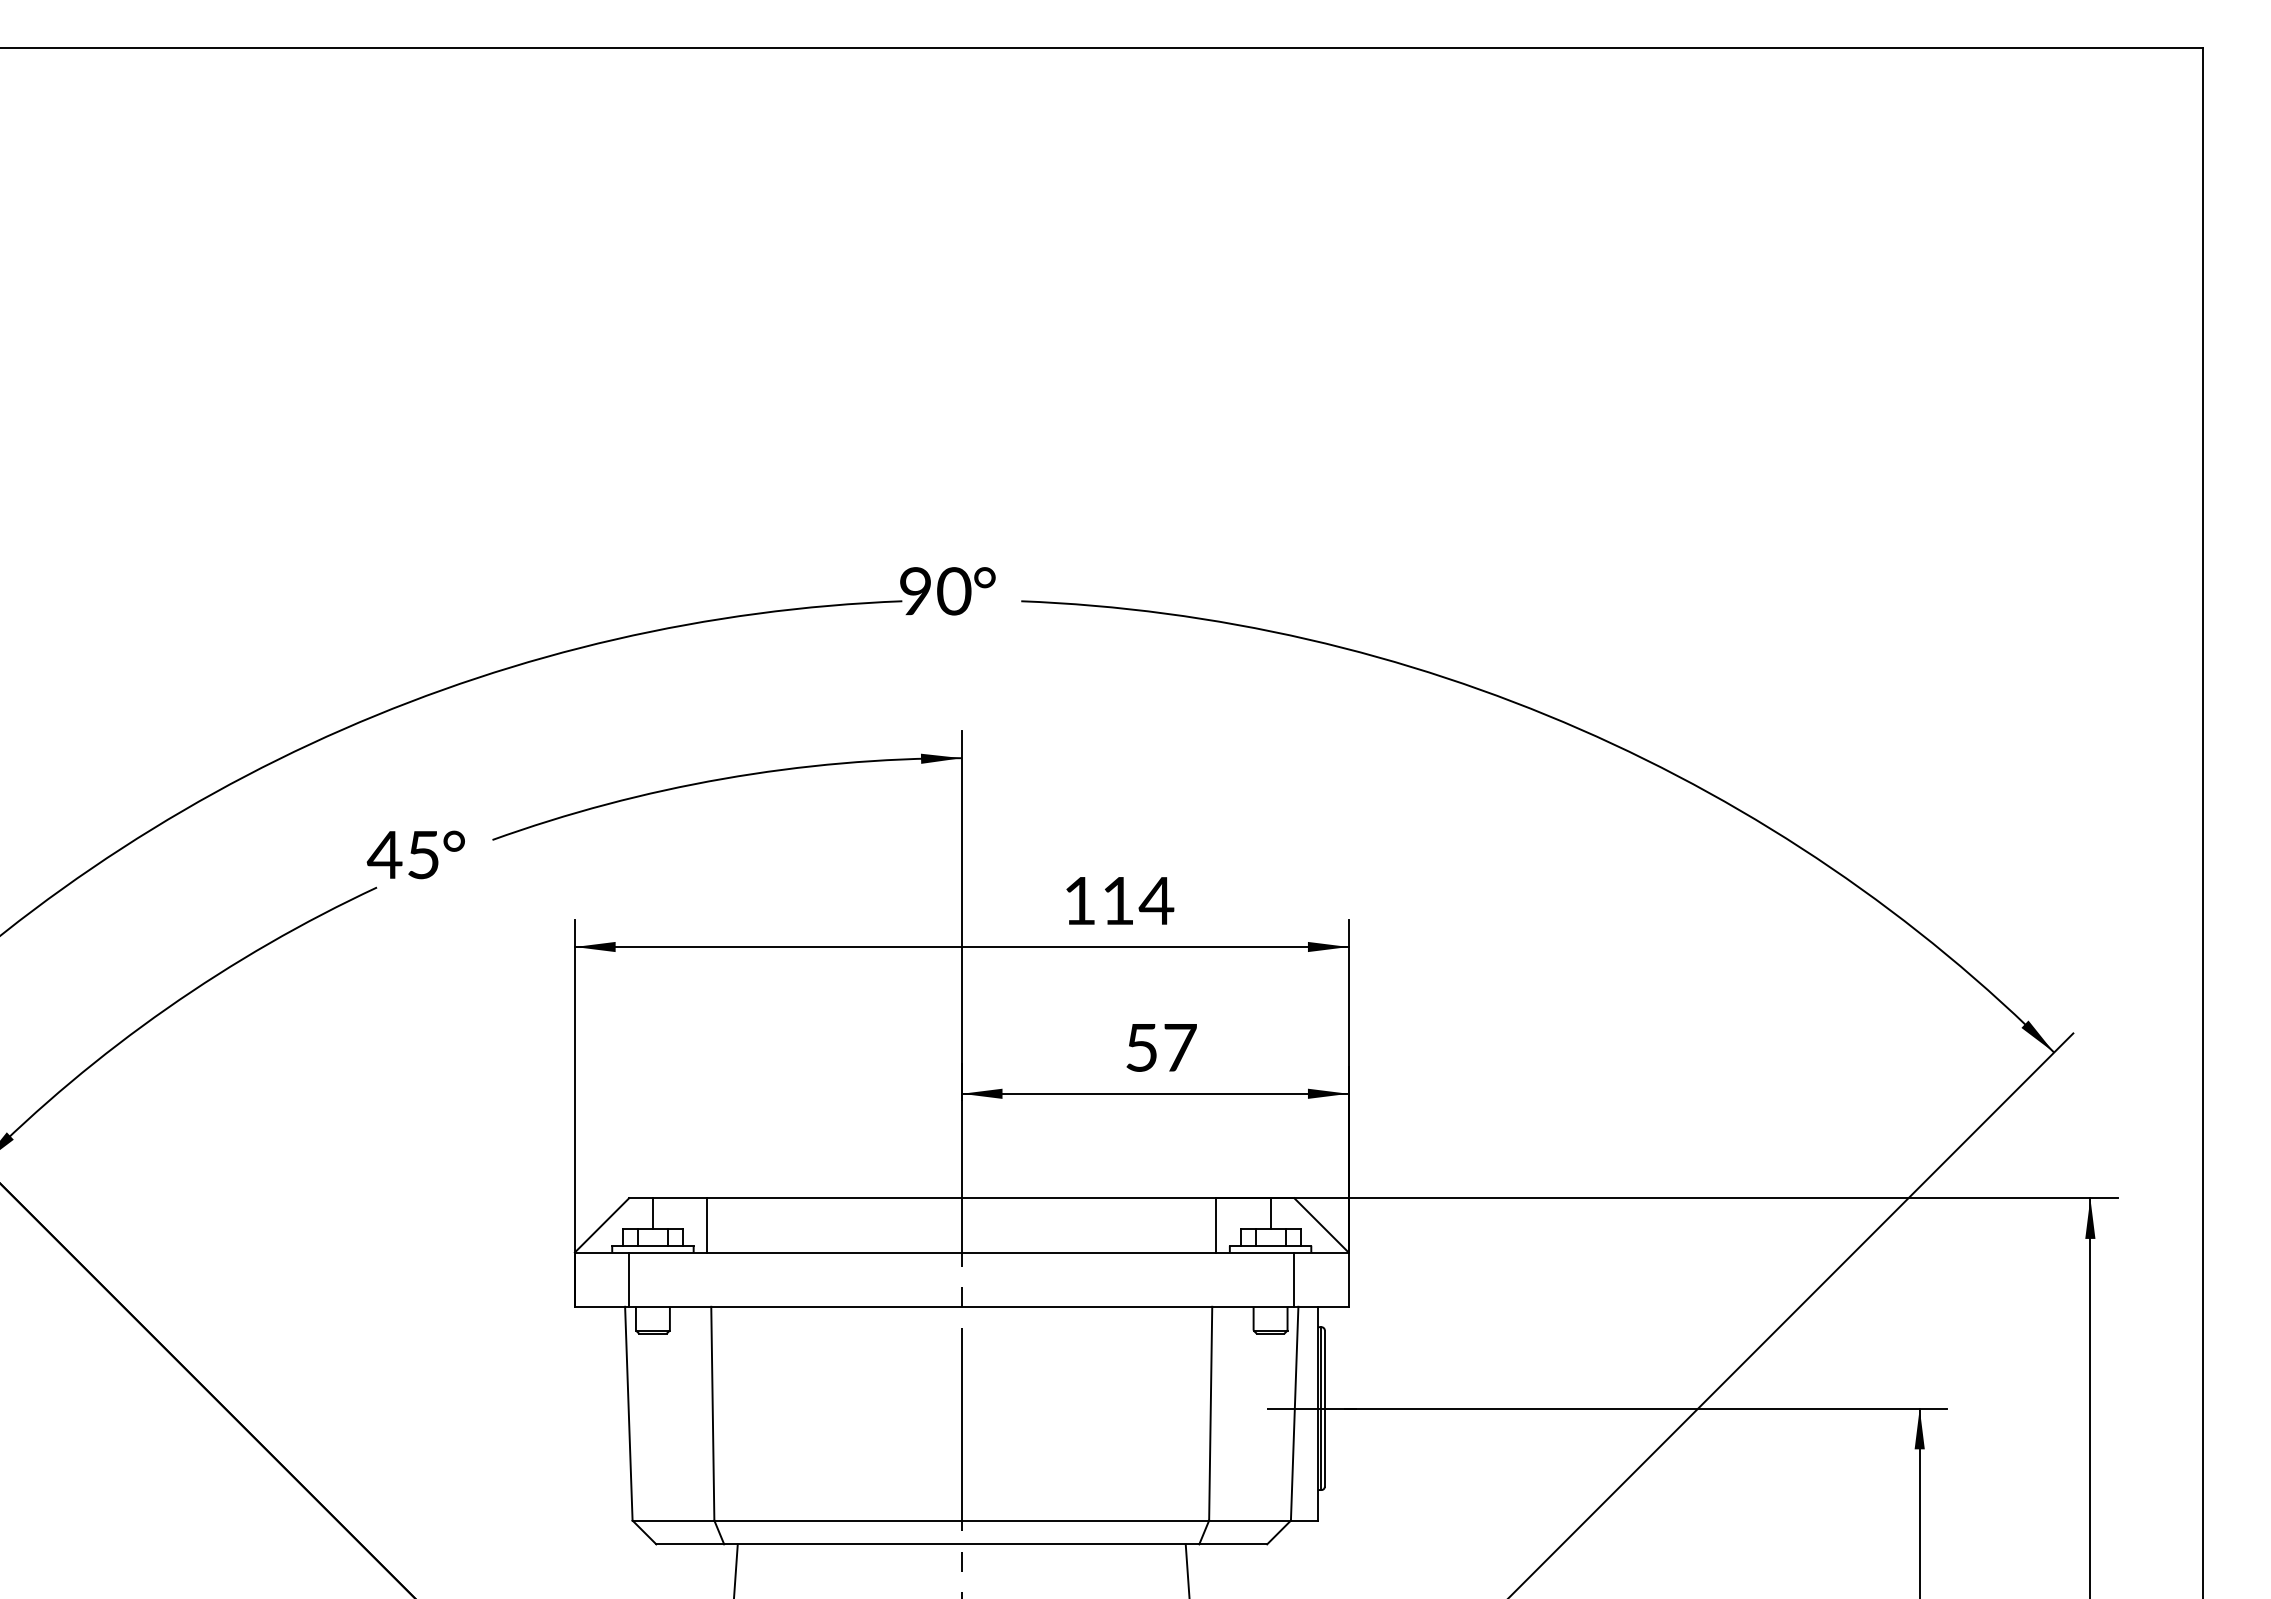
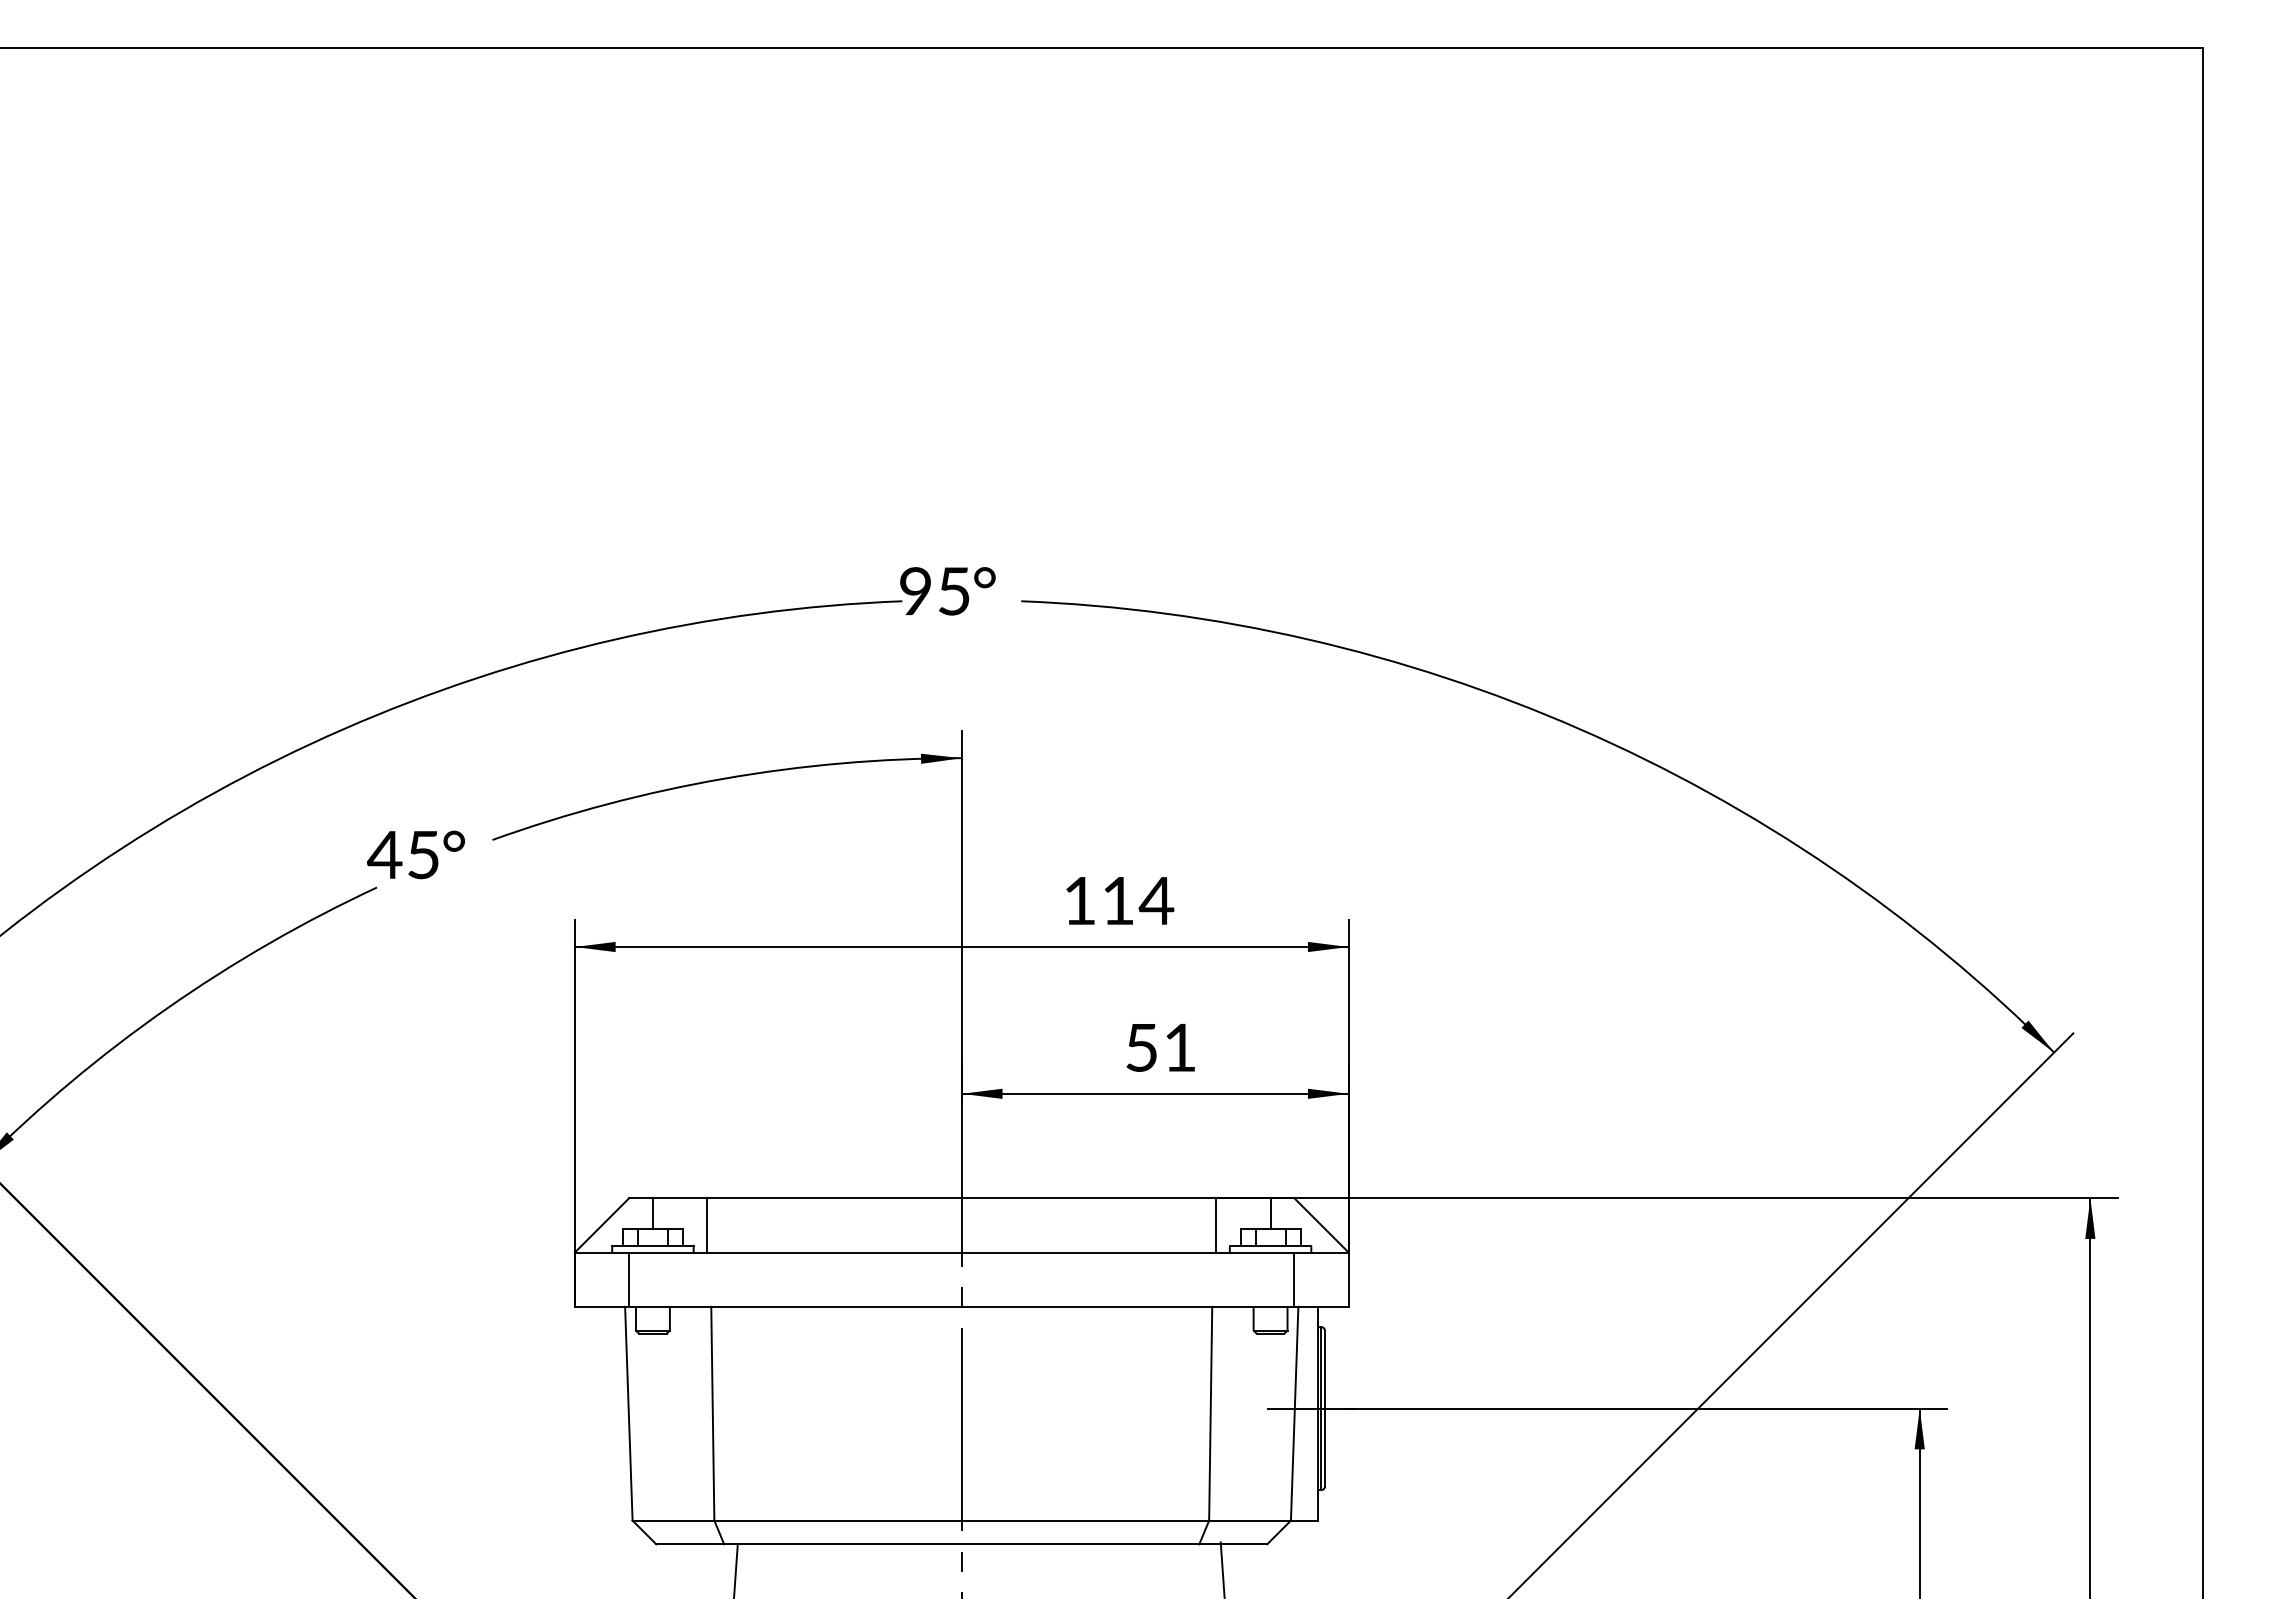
text at (954, 591): 90 -> 95
text at (1180, 1047): 57 -> 51
line at (1187, 1569) position: (1187, 1569) -> (1222, 1568)
